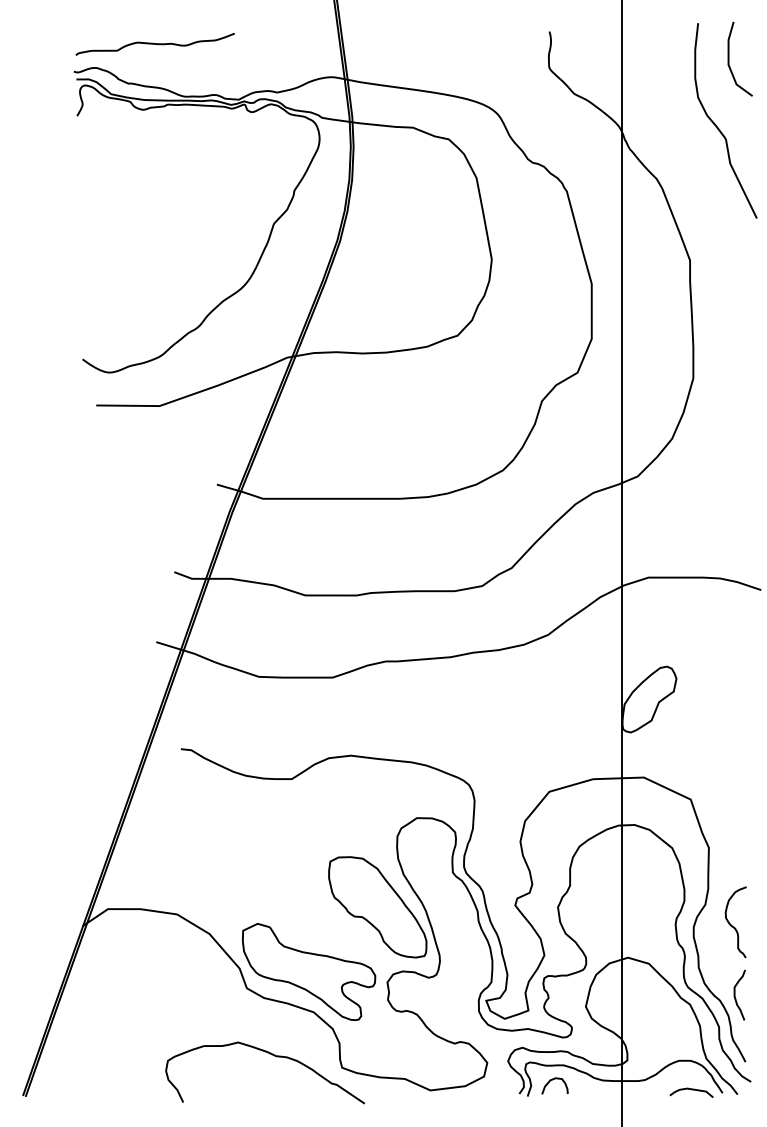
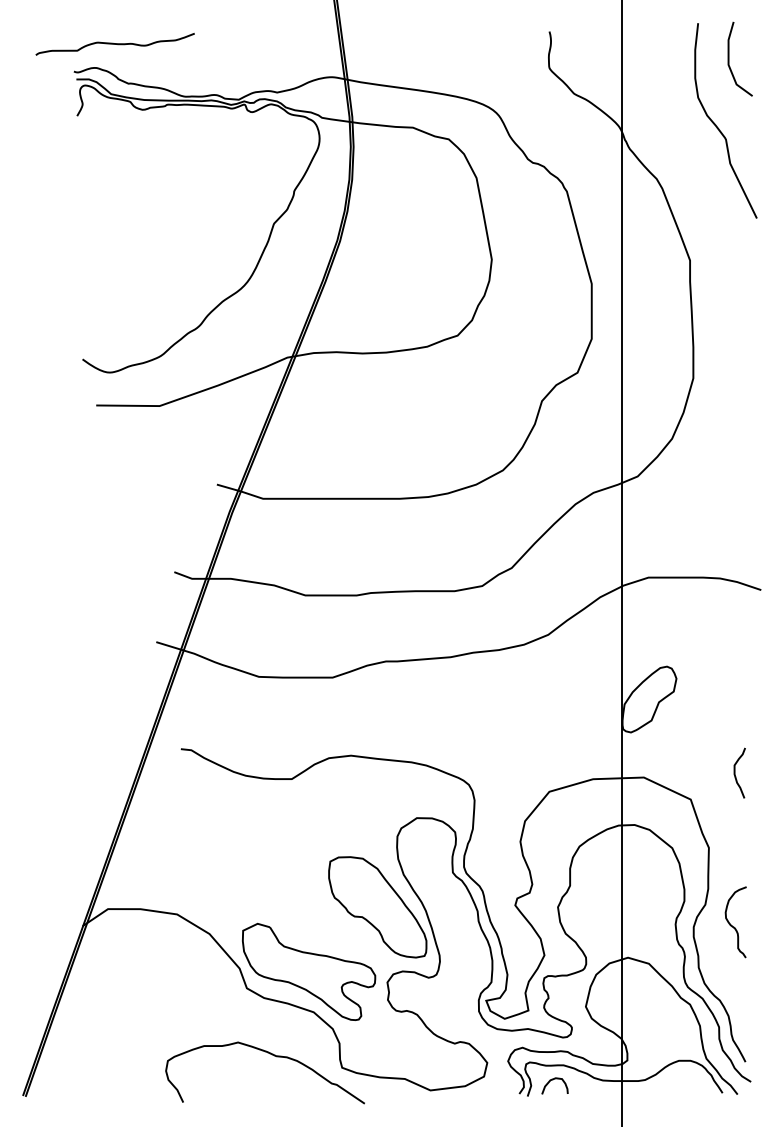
curve at (154, 44) position: (154, 44) -> (114, 44)
curve at (735, 994) position: (735, 994) -> (735, 772)
curve at (691, 1090): present -> none
